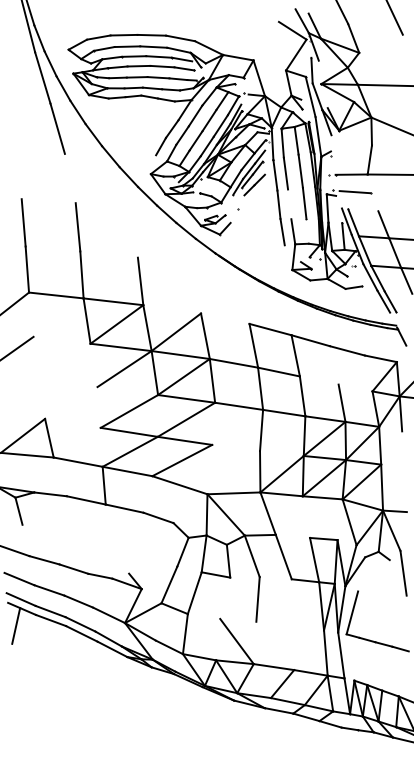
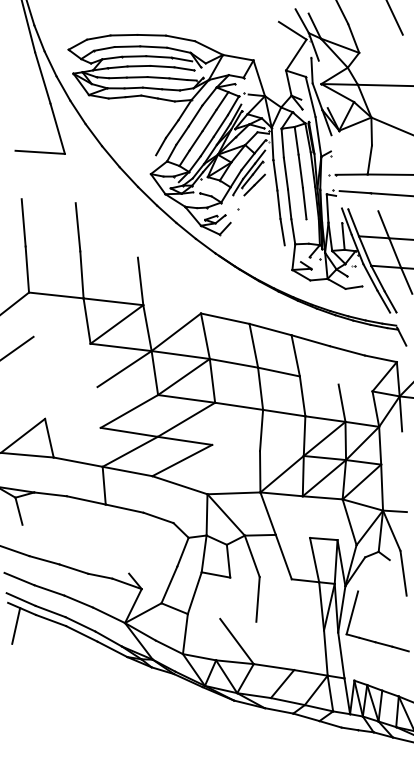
line at (39, 151): none -> present
line at (390, 194): none -> present
line at (289, 204): none -> present
line at (225, 318): none -> present
